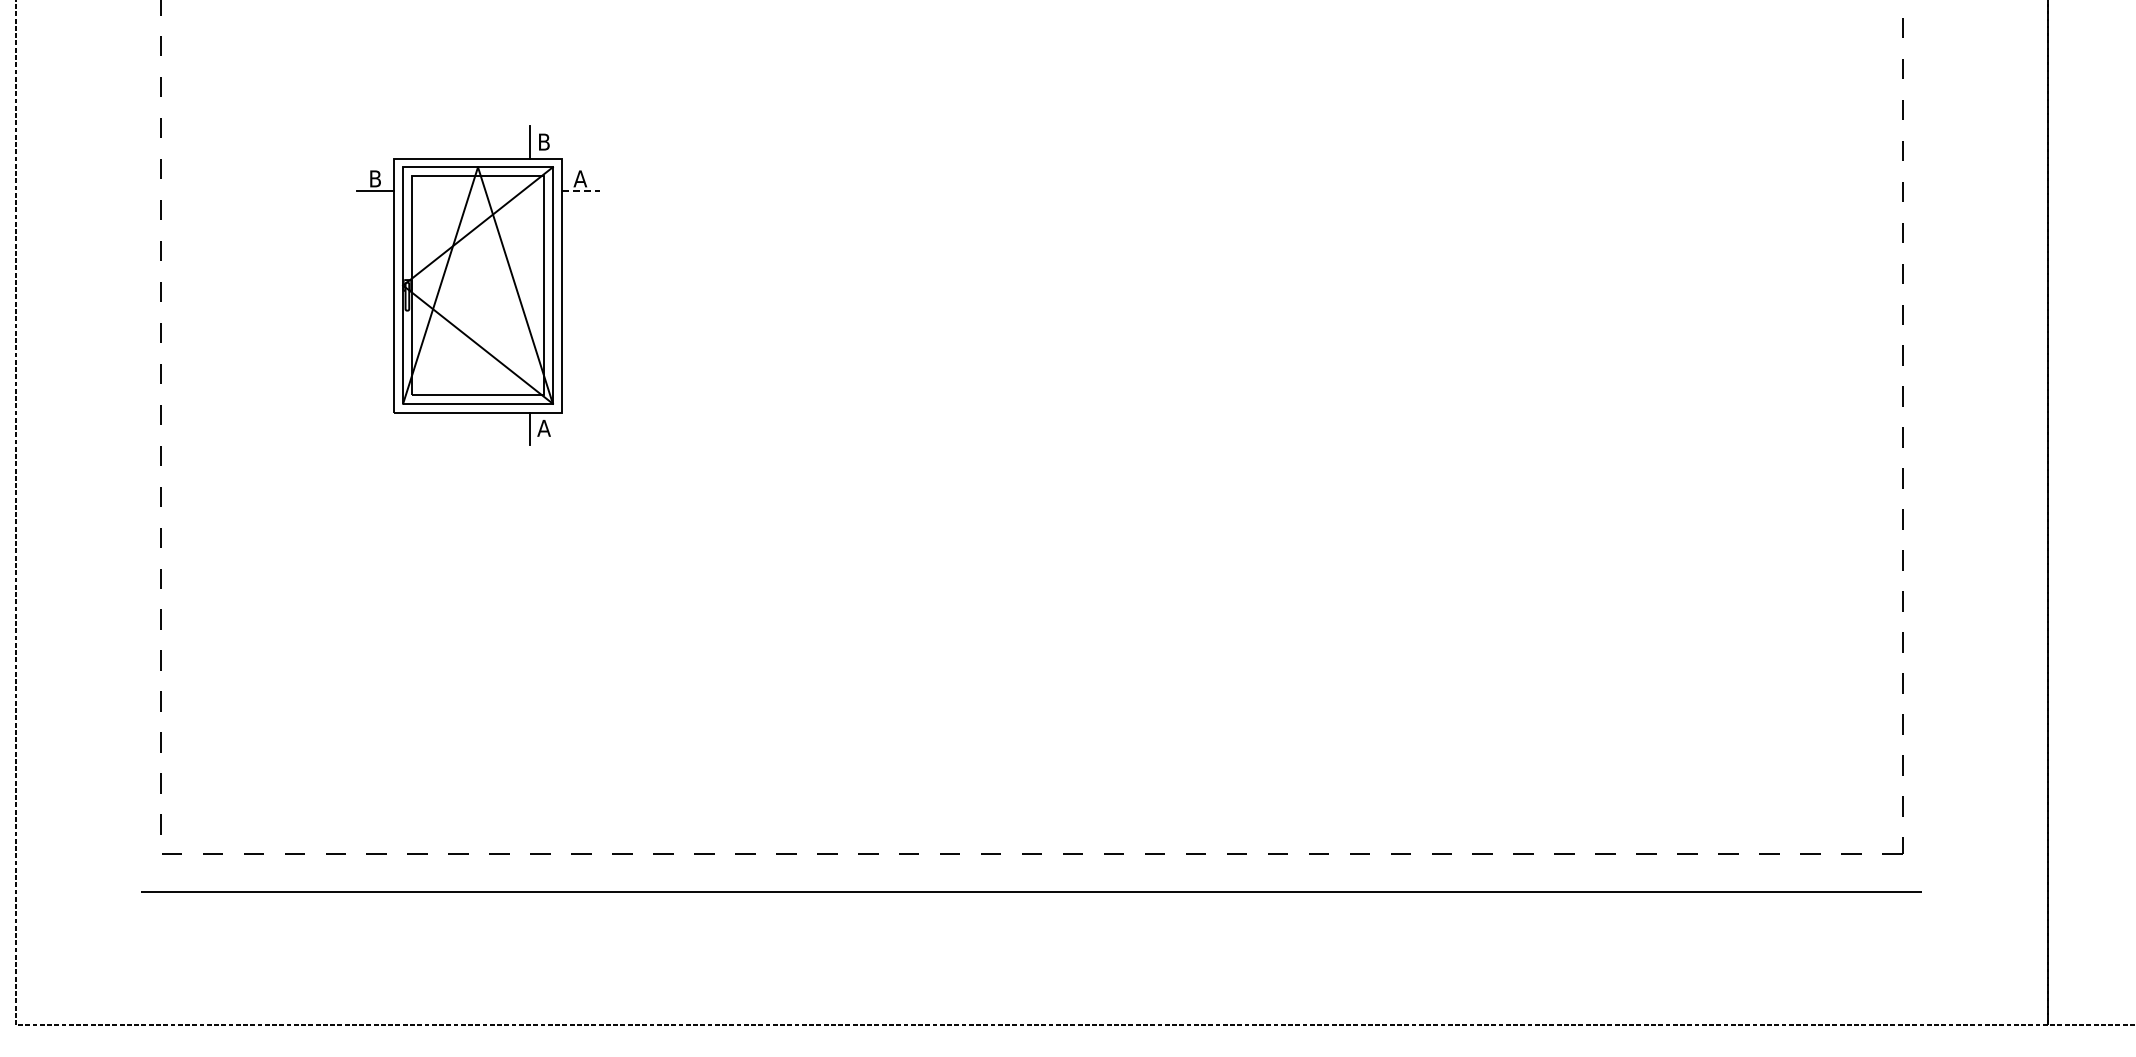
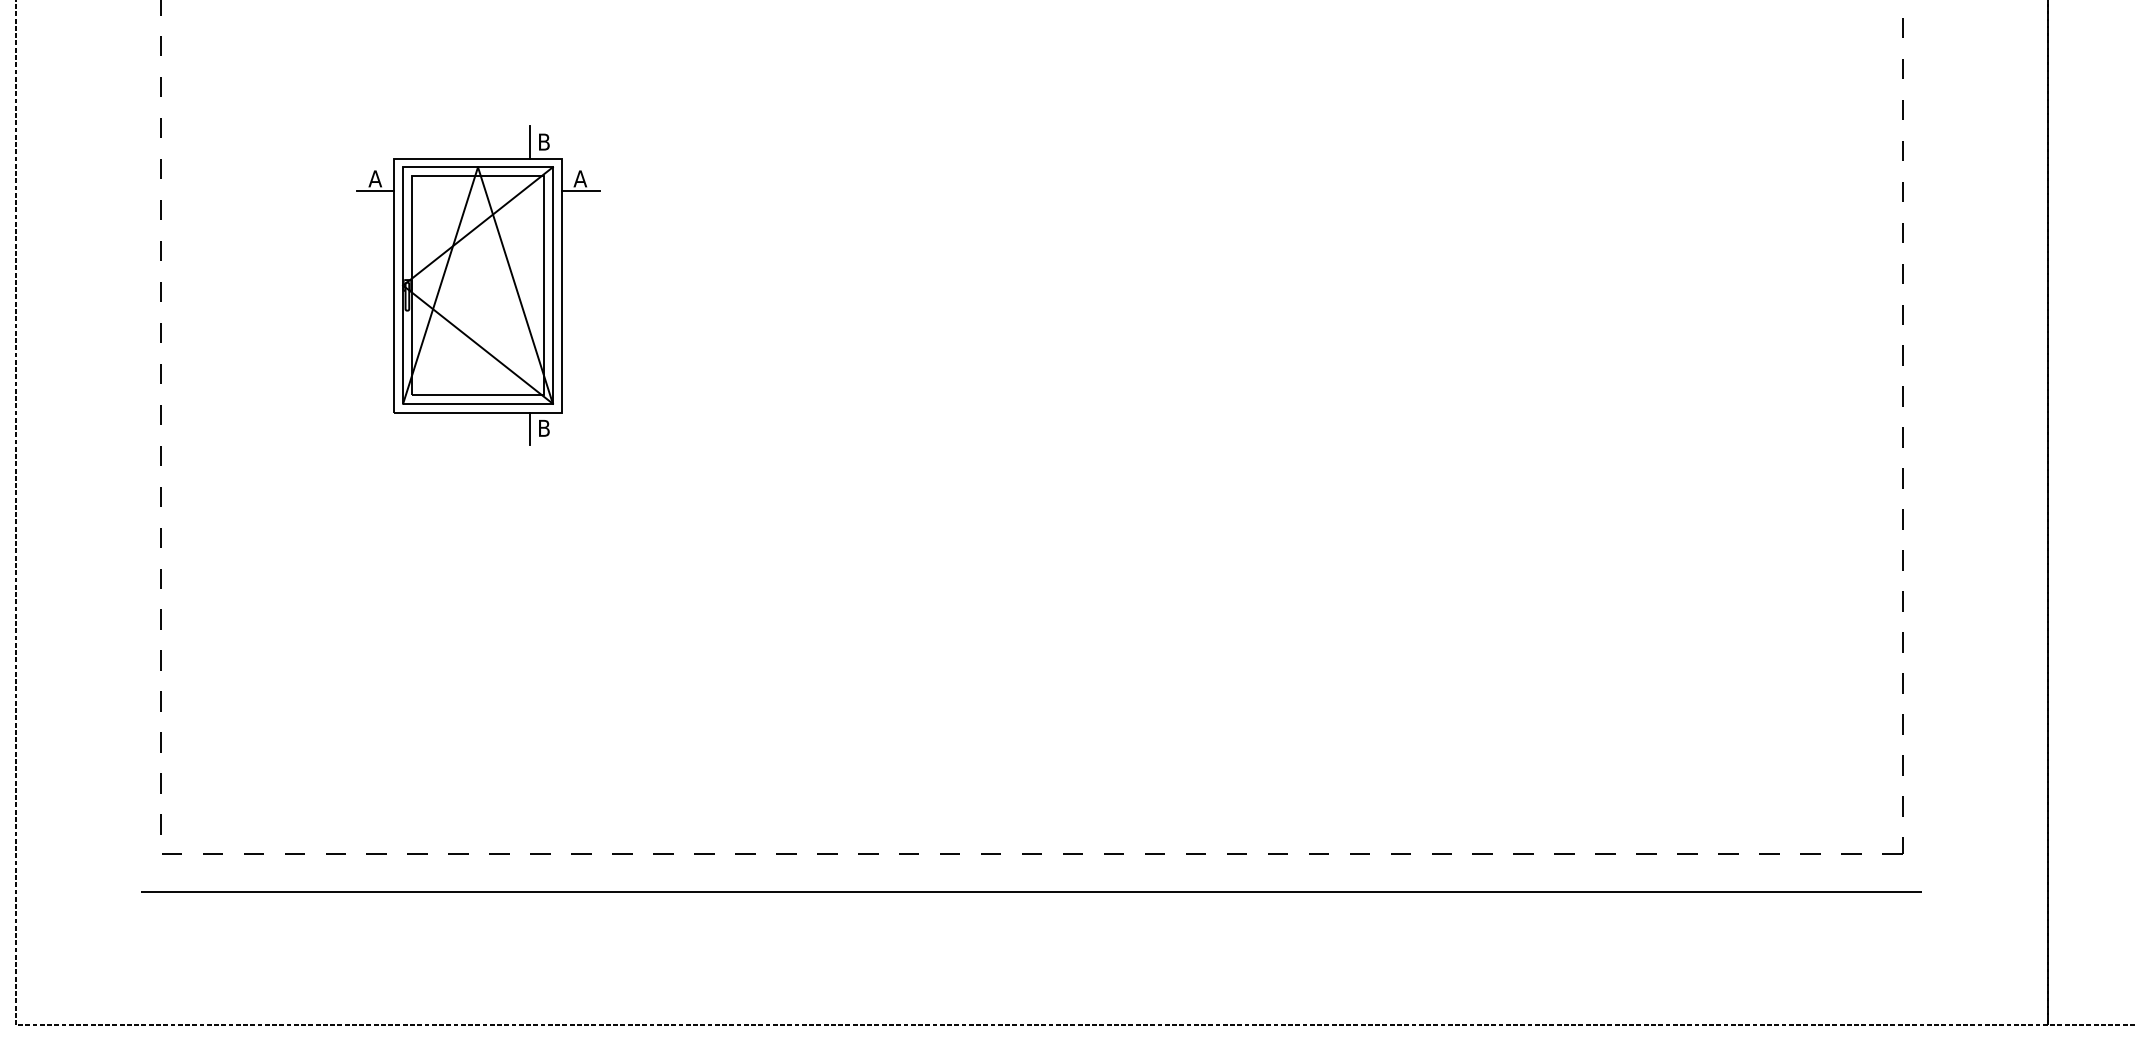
text at (375, 178): B -> A
line at (580, 191): dashed -> solid
text at (543, 427): A -> B
